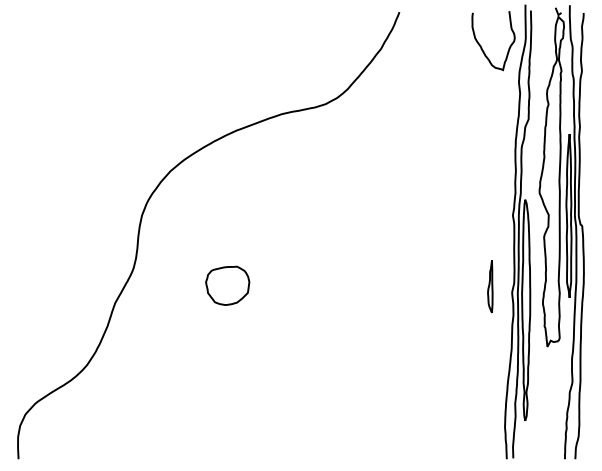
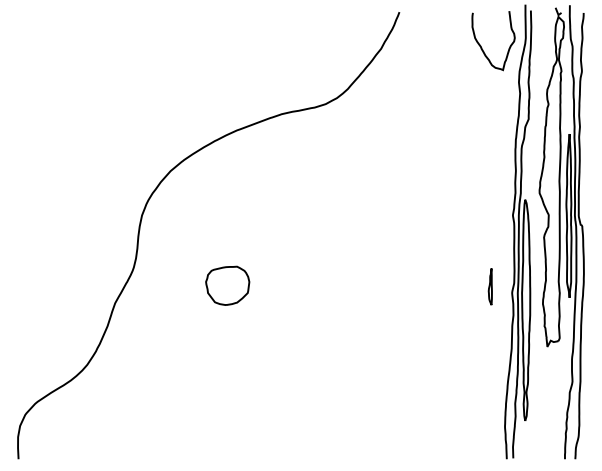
part at (490, 286) size: 7x54 px -> 6x38 px
